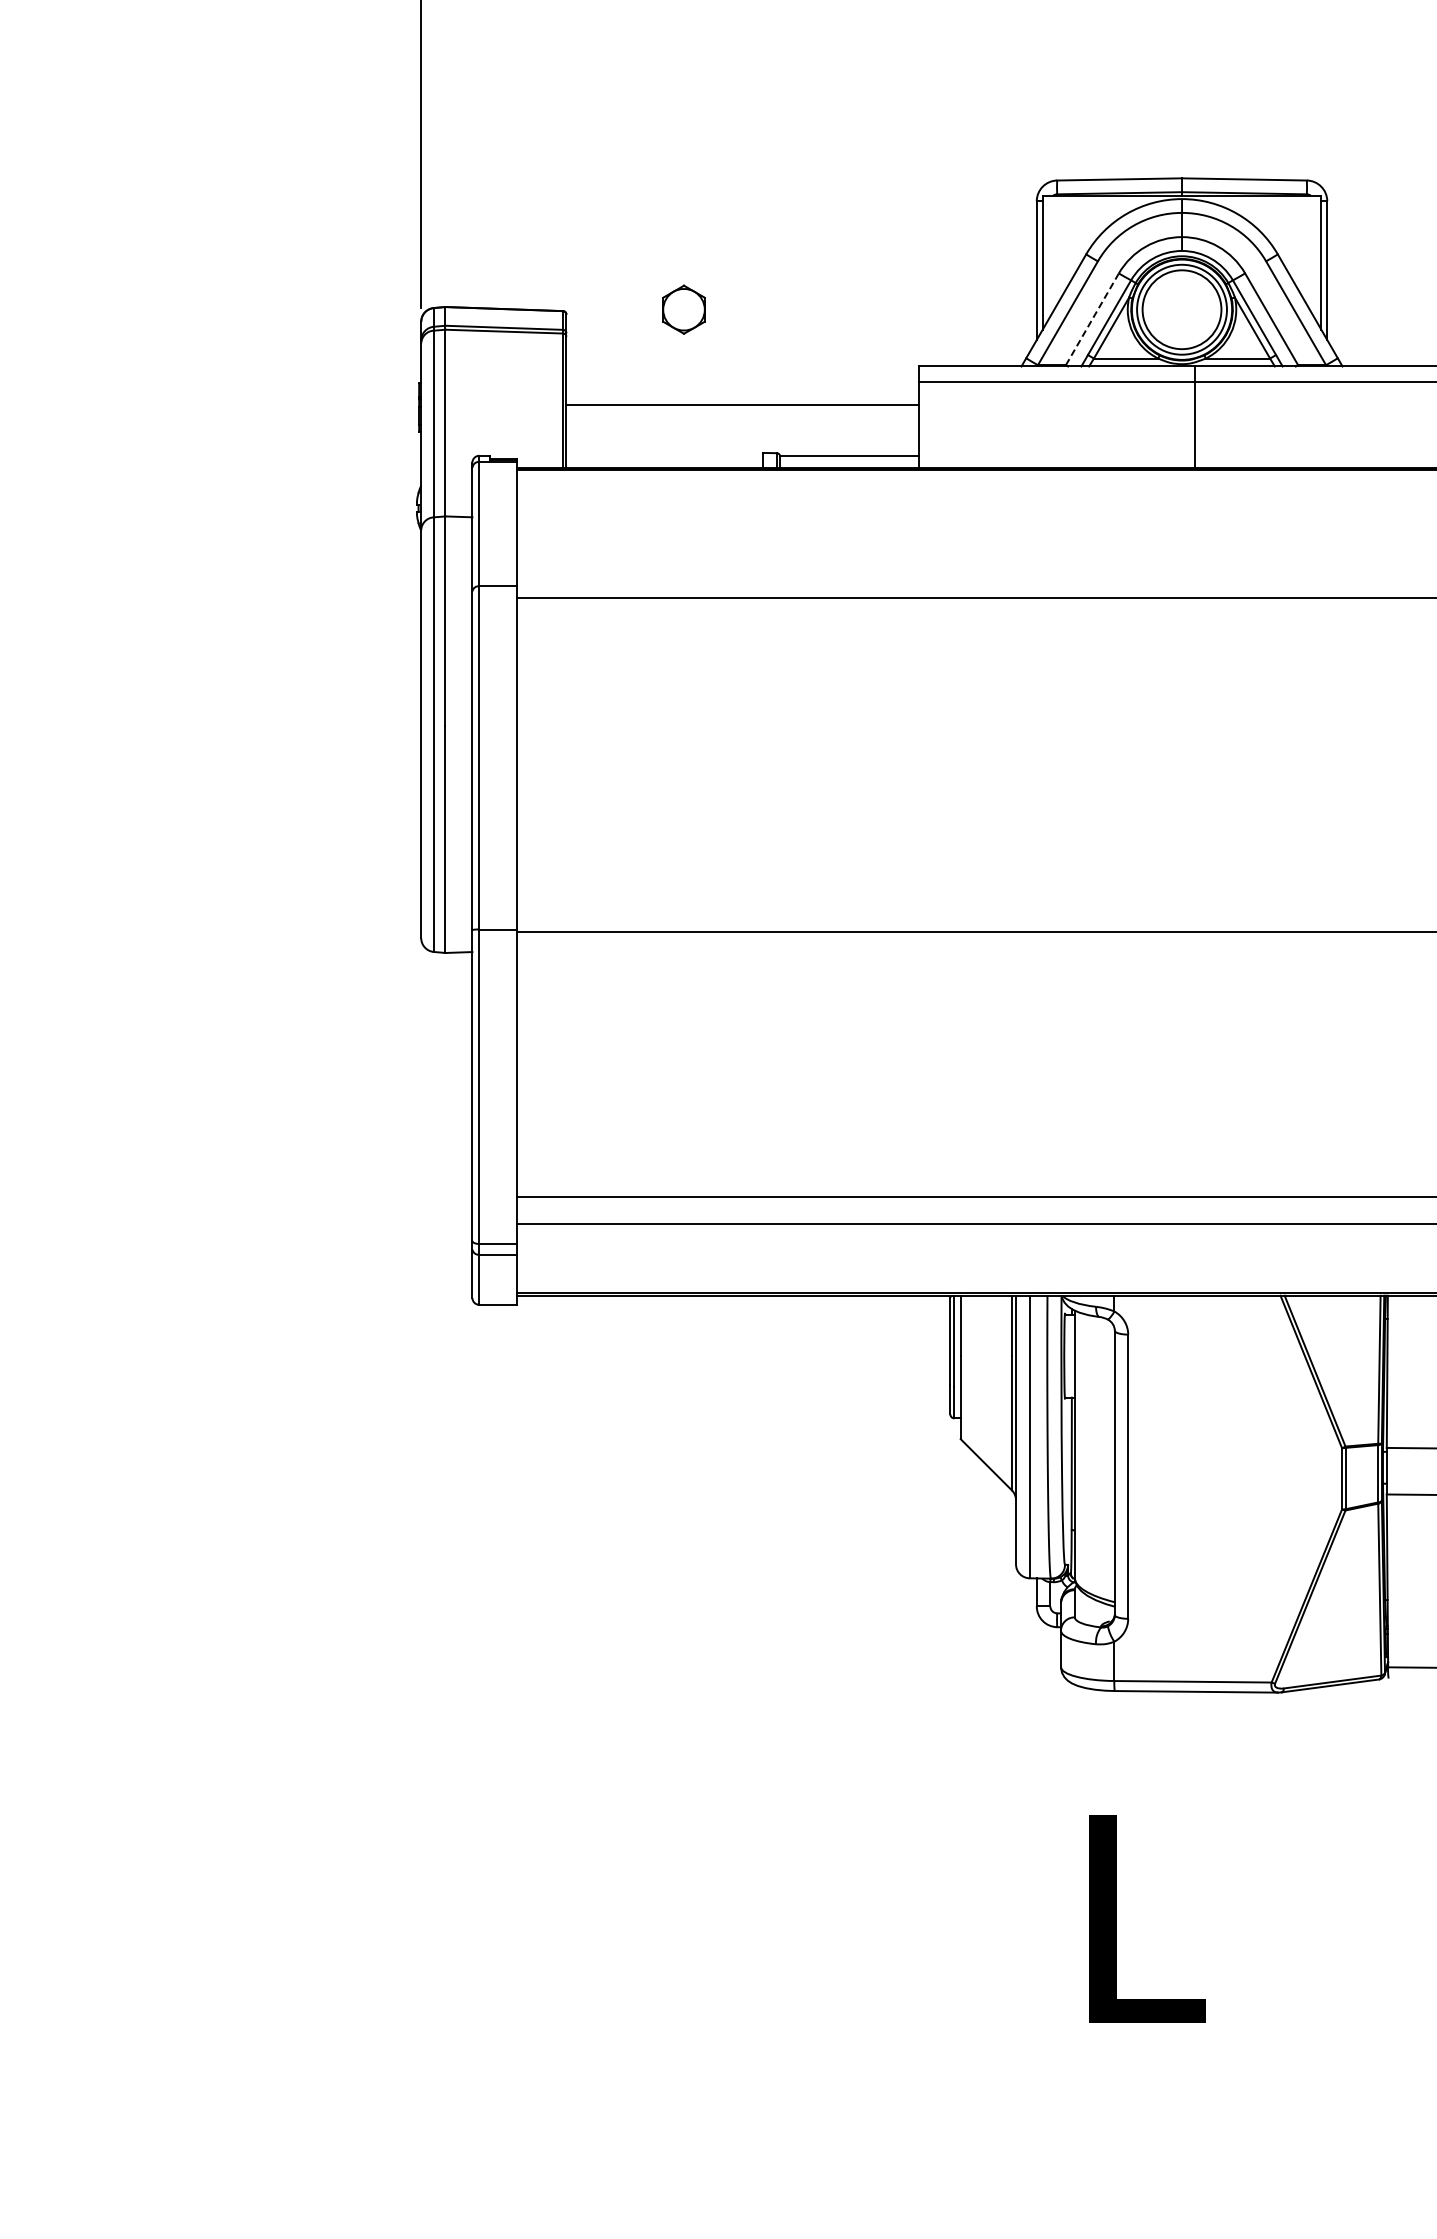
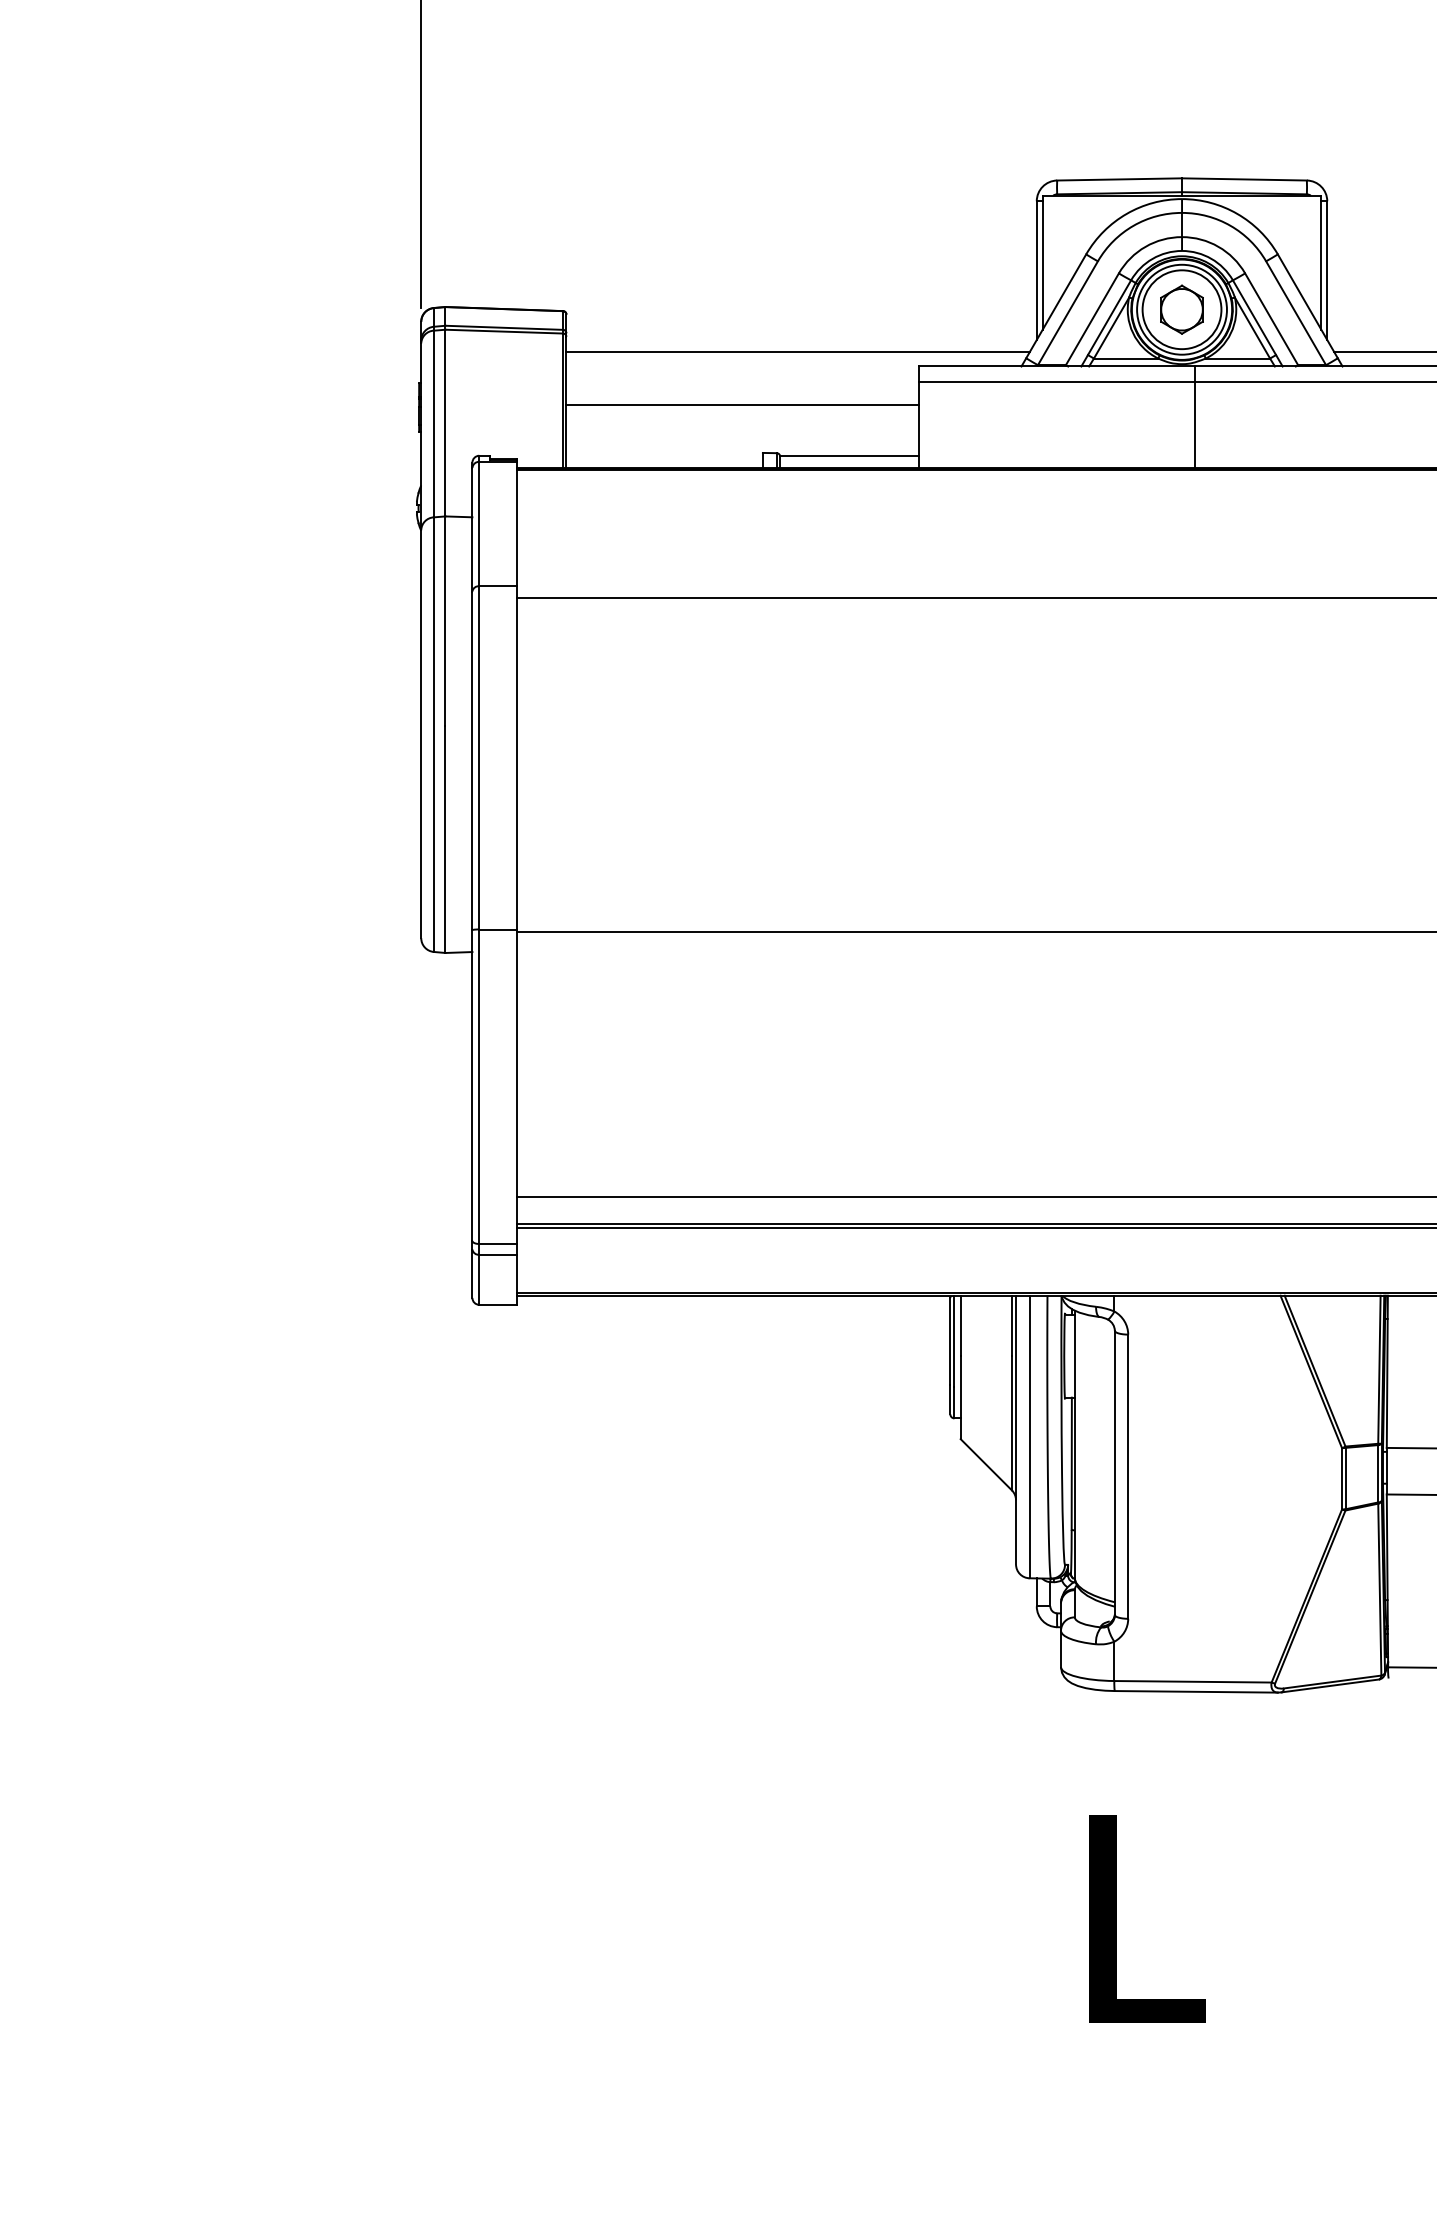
part at (683, 309) position: (683, 309) -> (1181, 309)
line at (1092, 319): dashed -> solid
line at (797, 352): none -> present
line at (1383, 352): none -> present
line at (975, 1227): none -> present
